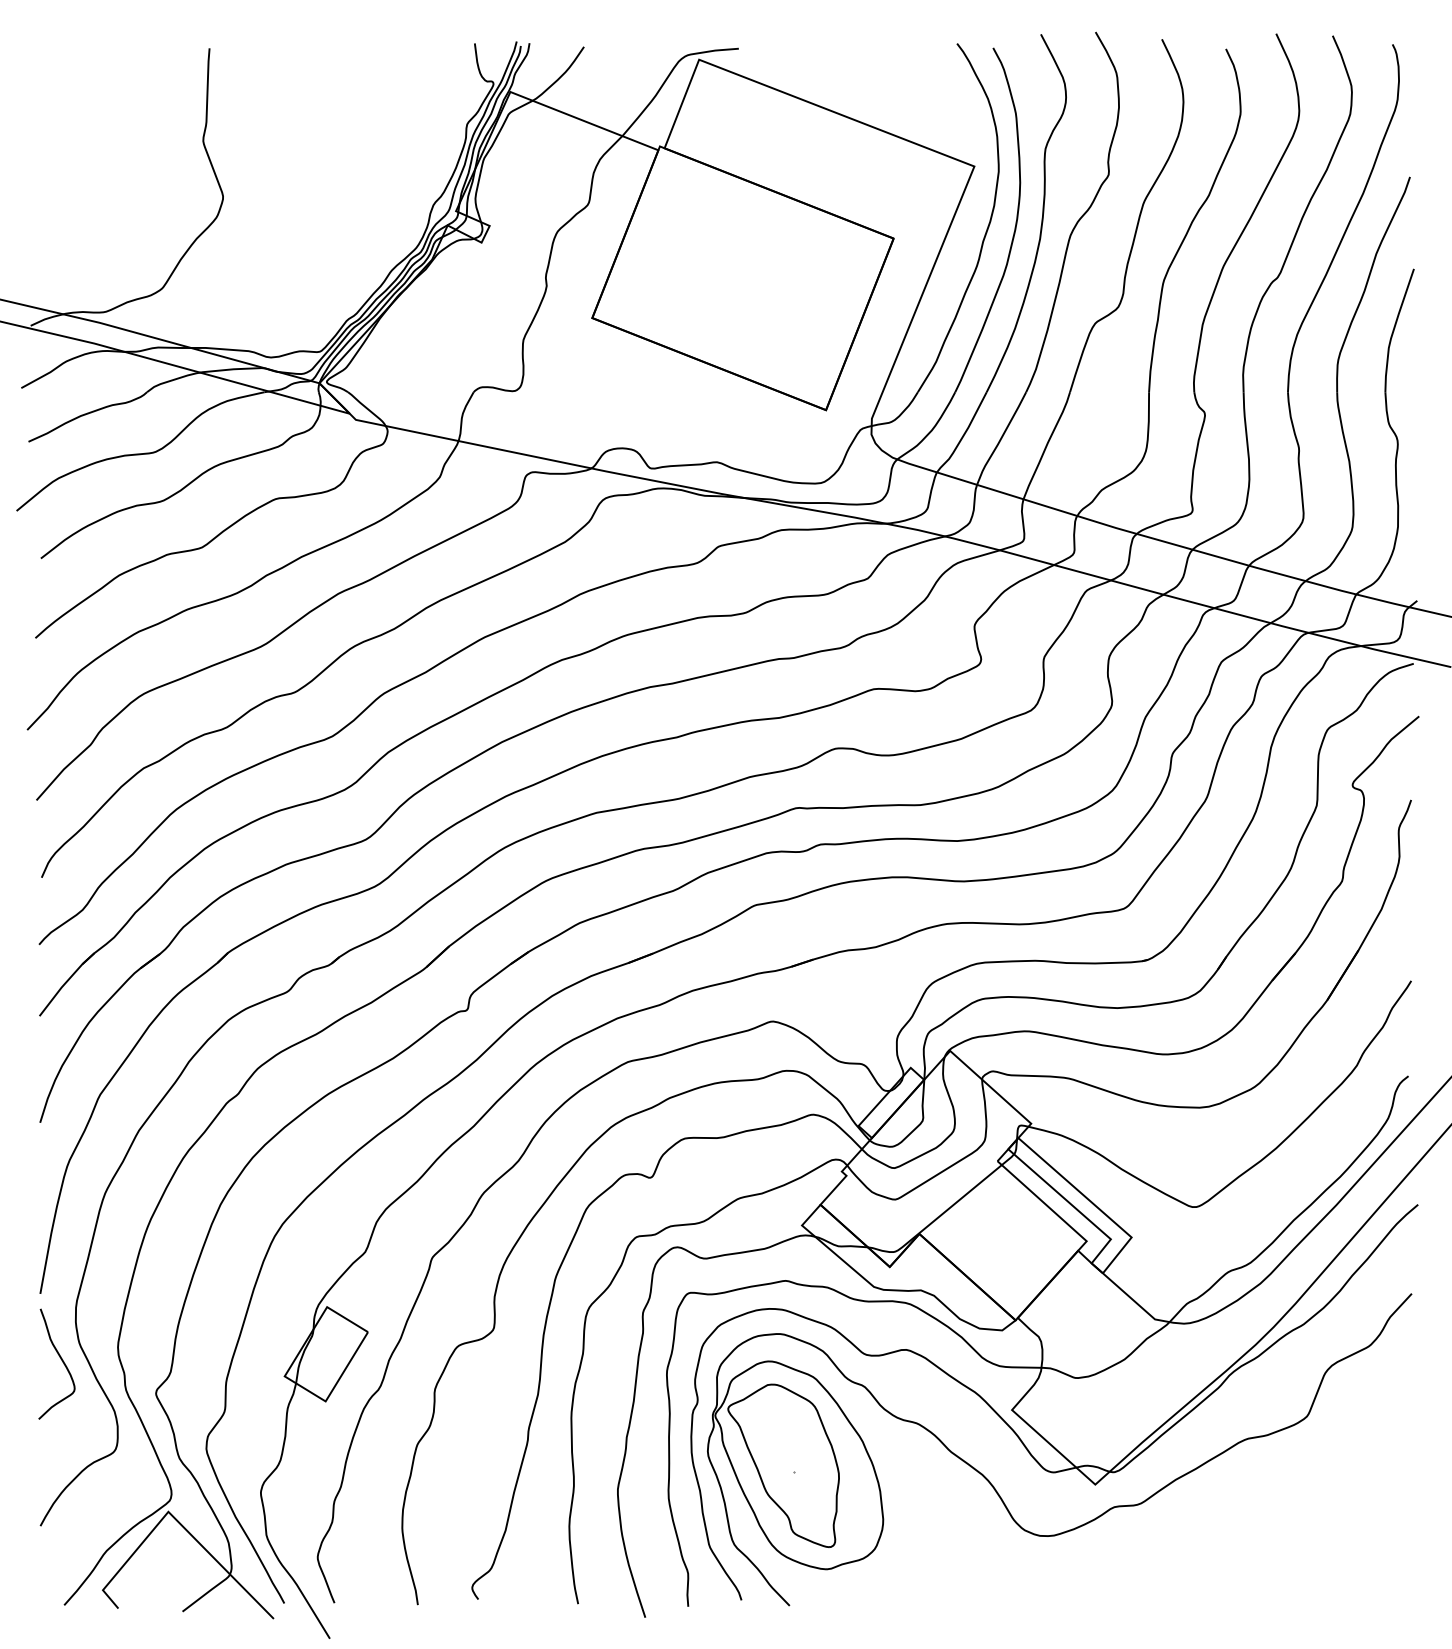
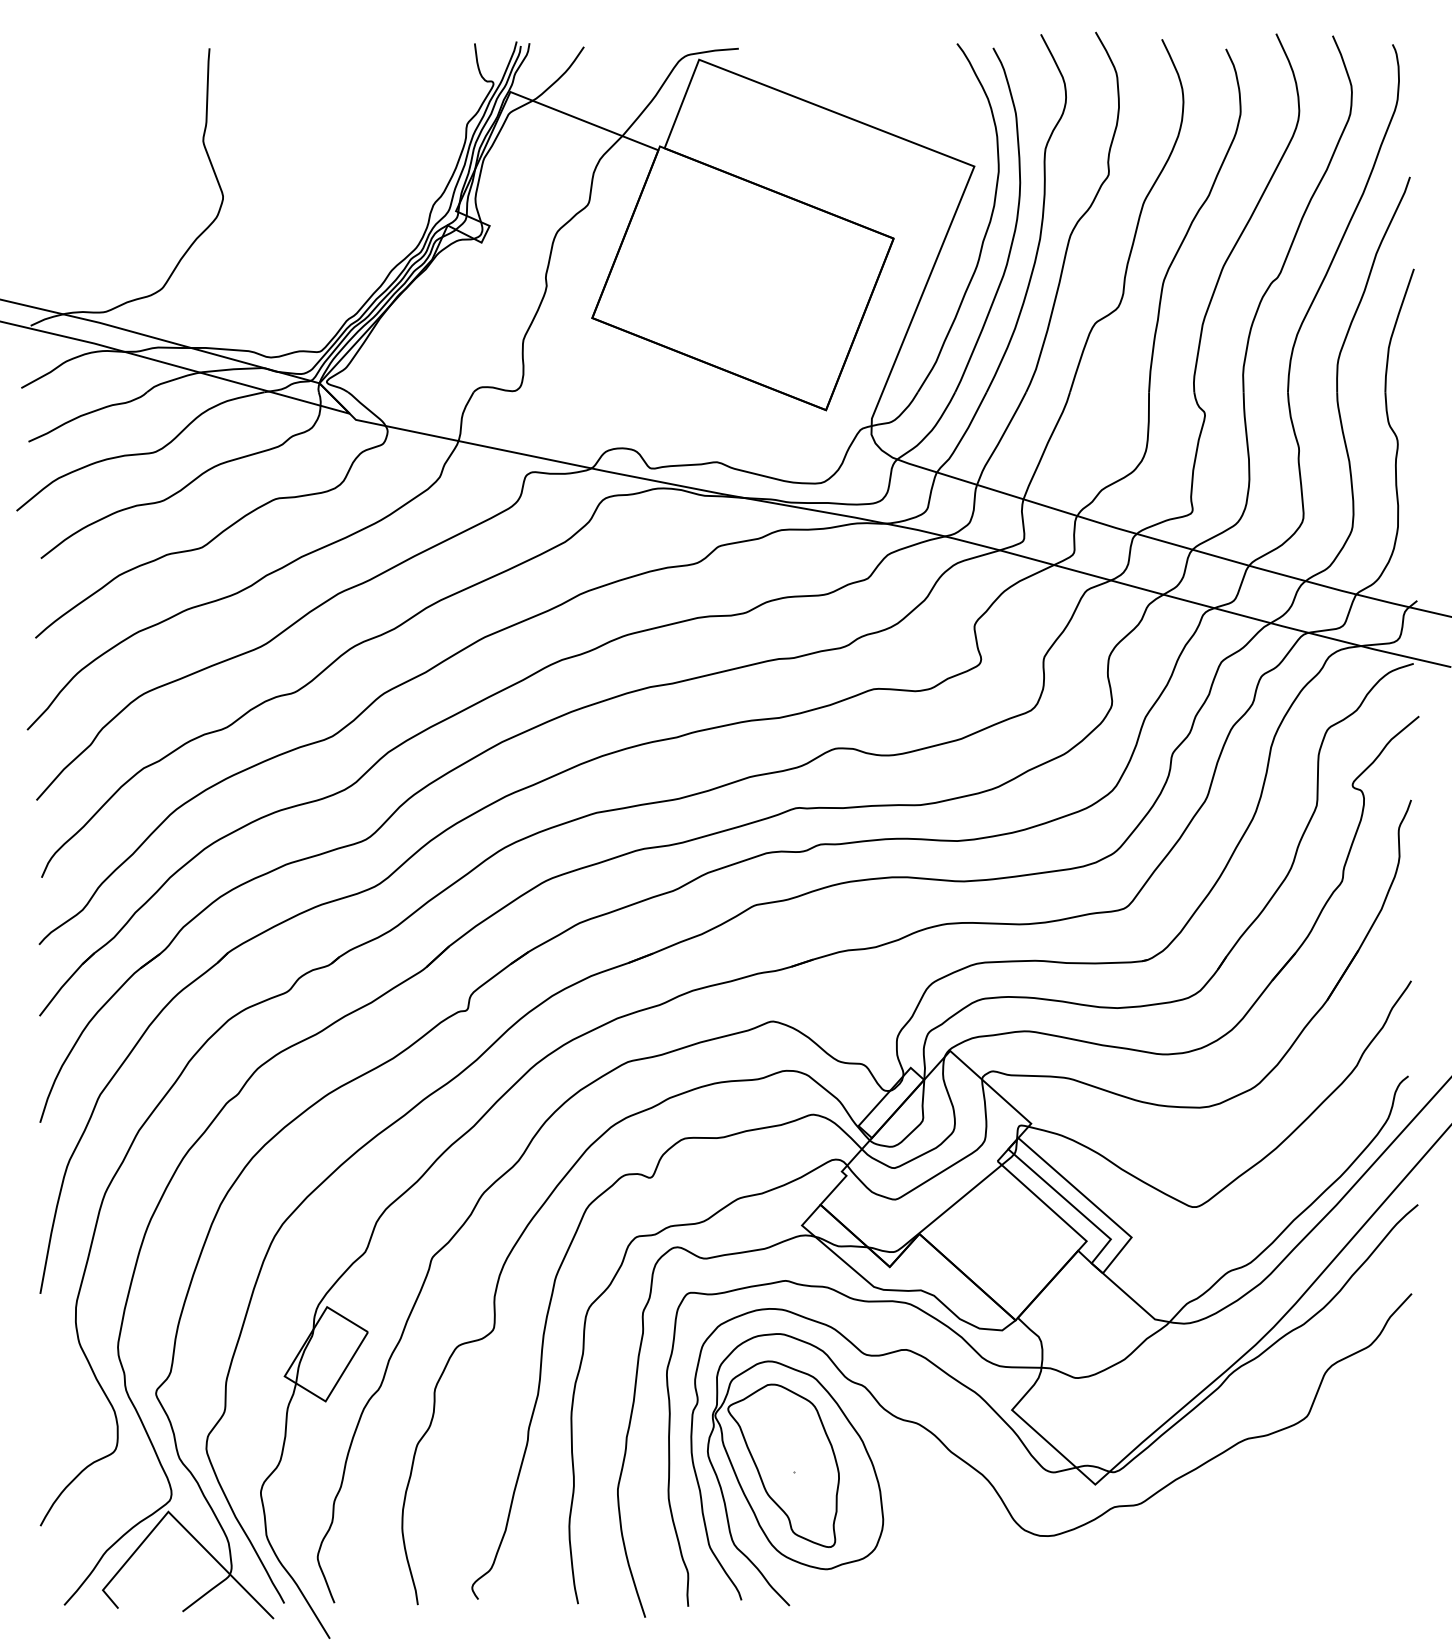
curve at (60, 1359): present -> none
